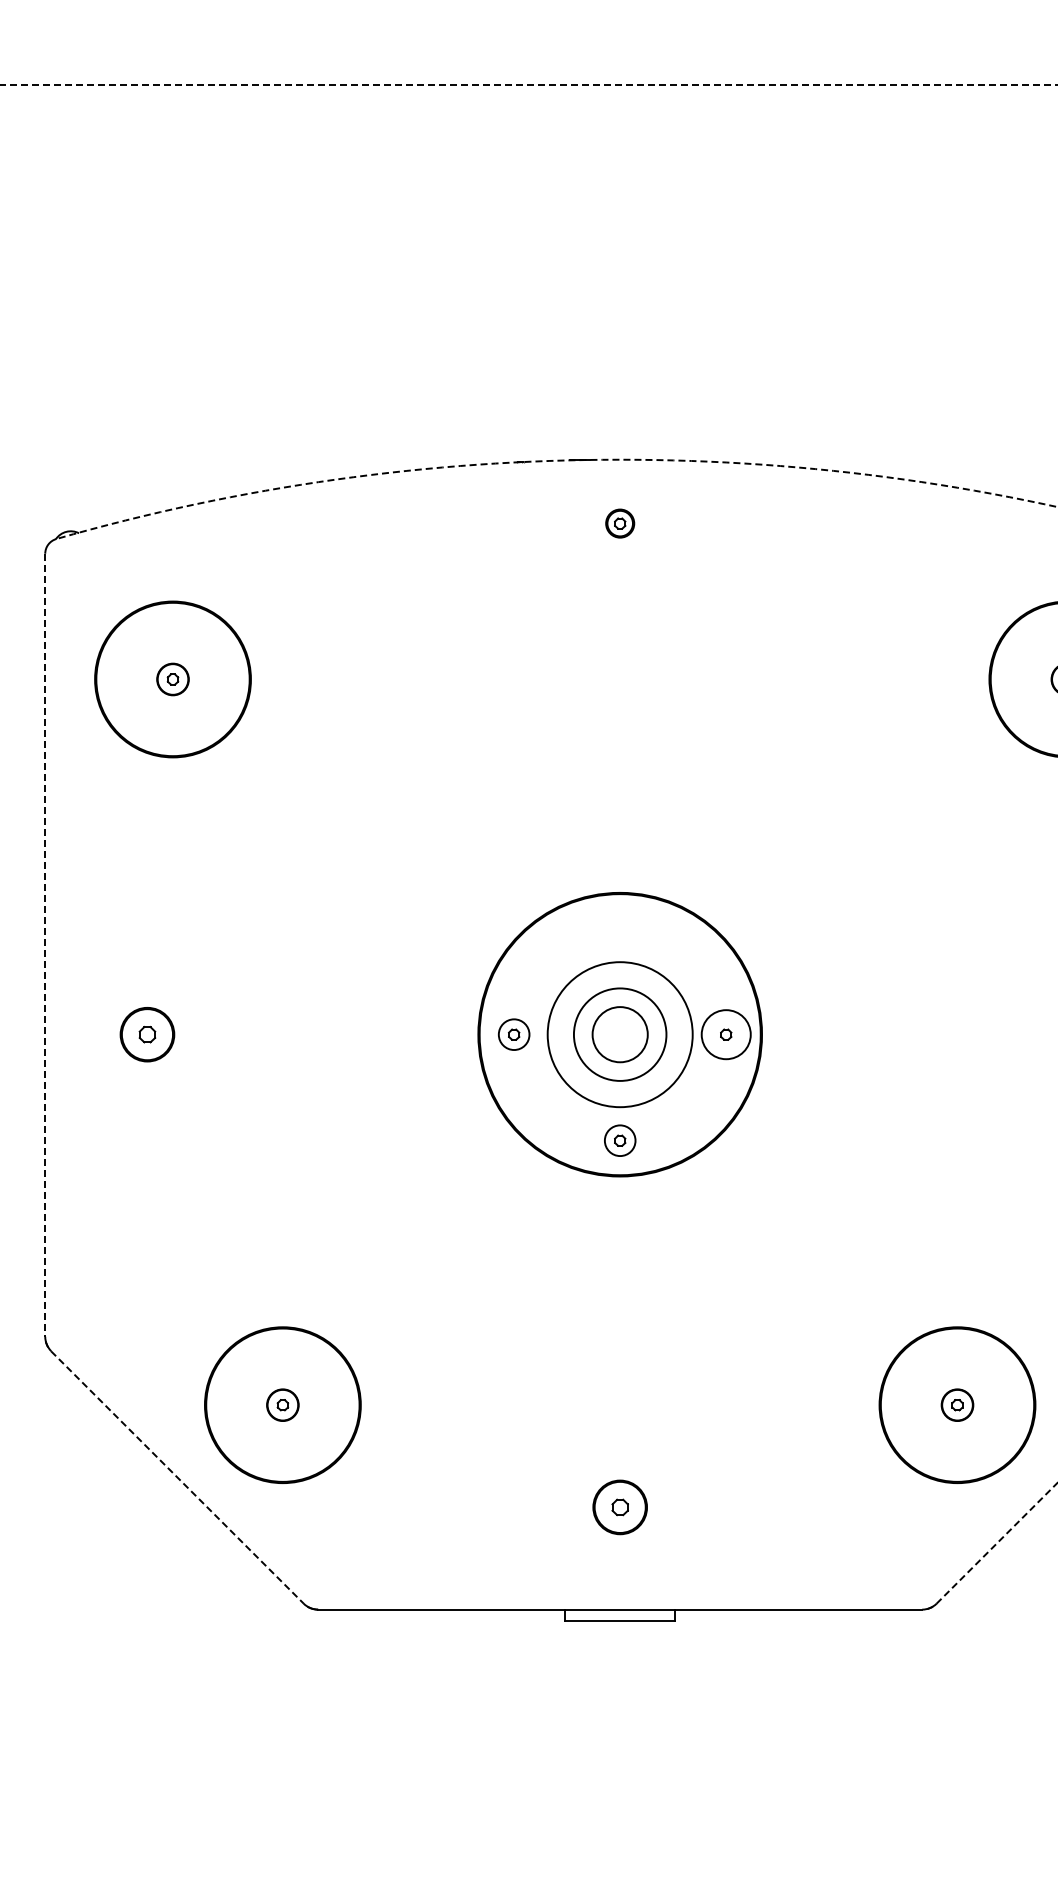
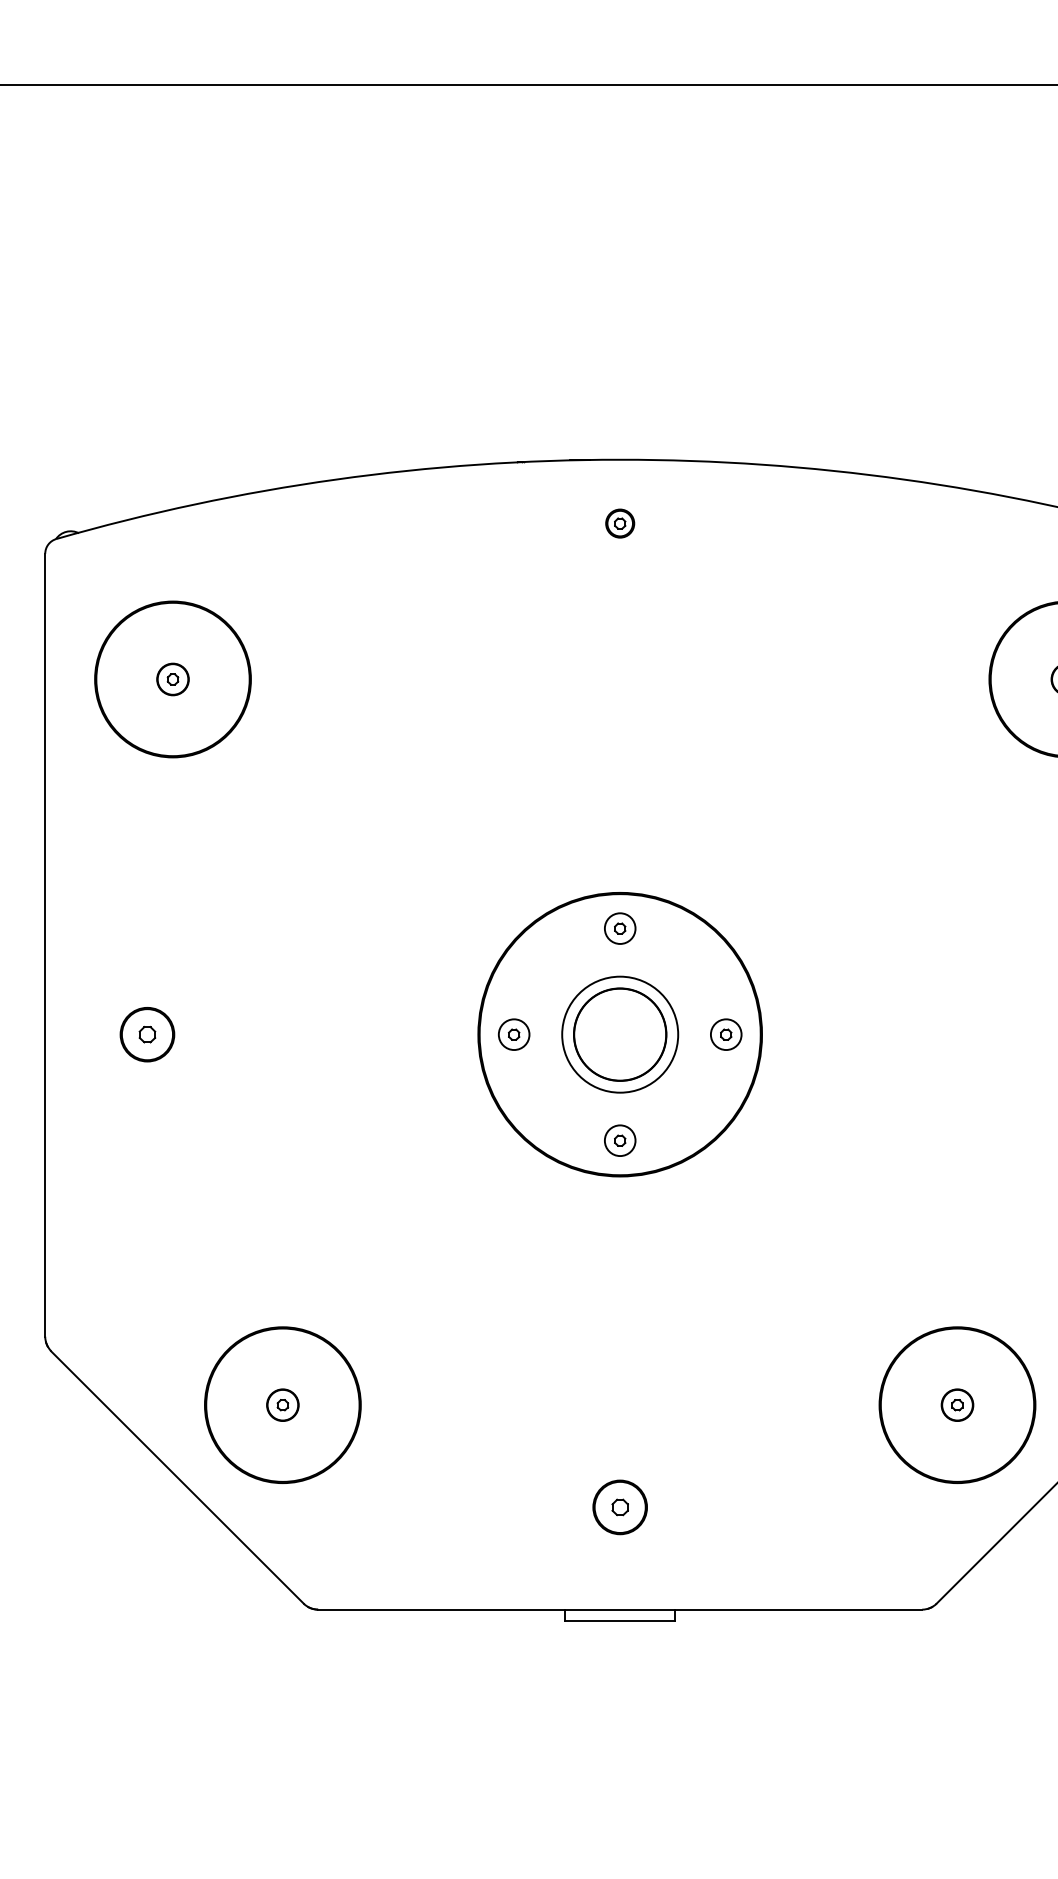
line at (529, 84): dashed -> solid
arc at (554, 460): dashed -> solid
part at (620, 928): none -> present
line at (45, 945): dashed -> solid
circle at (619, 1034) diameter: 145 px -> 116 px
circle at (619, 1034) diameter: 55 px -> 92 px
circle at (725, 1034) diameter: 49 px -> 31 px
line at (177, 1477): dashed -> solid
line at (997, 1543): dashed -> solid
